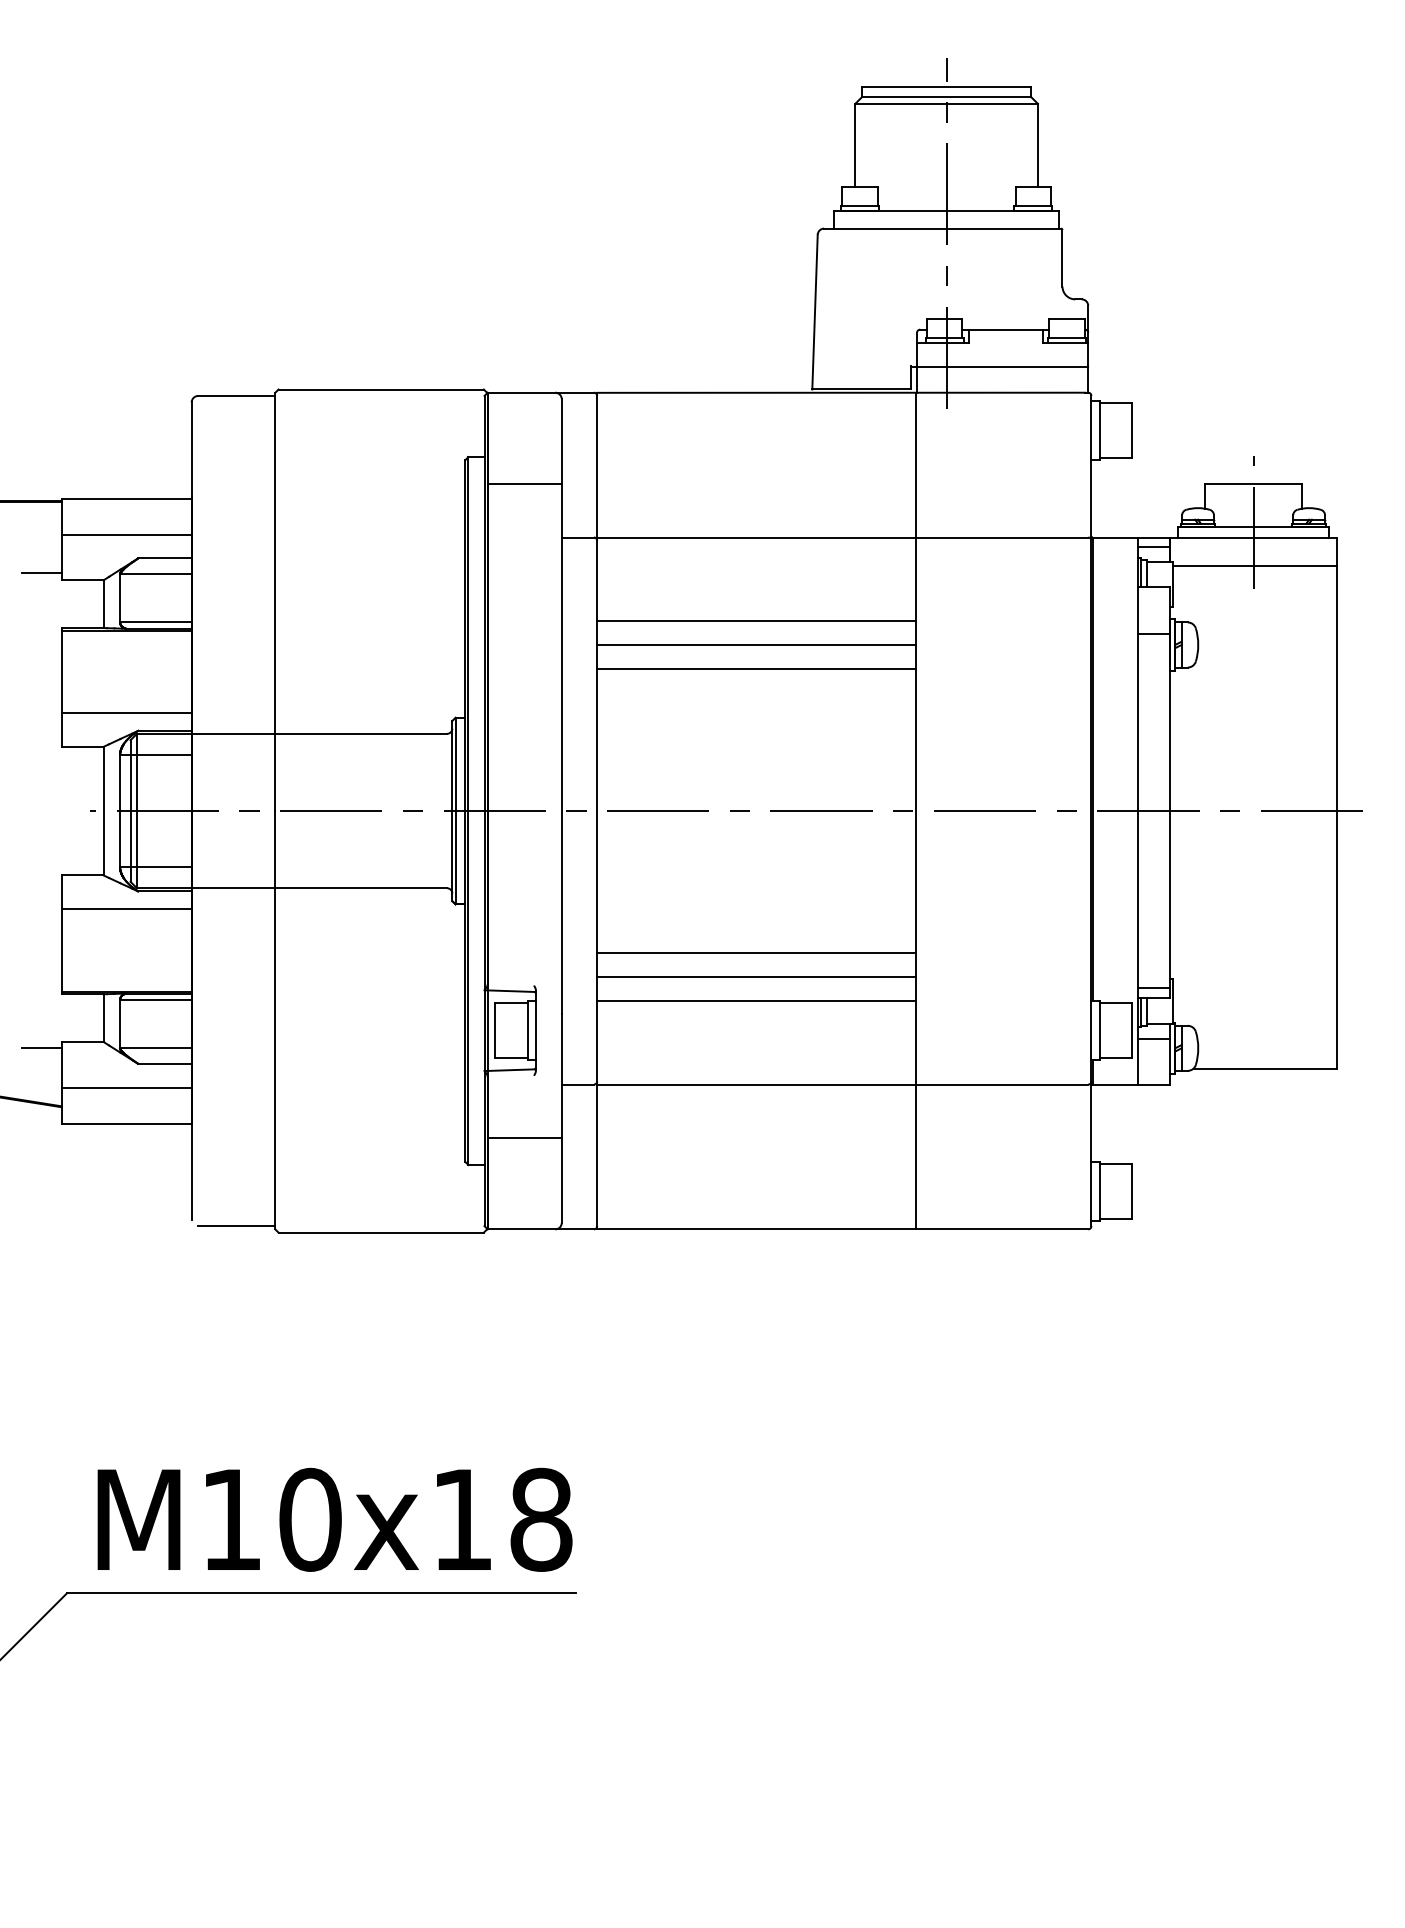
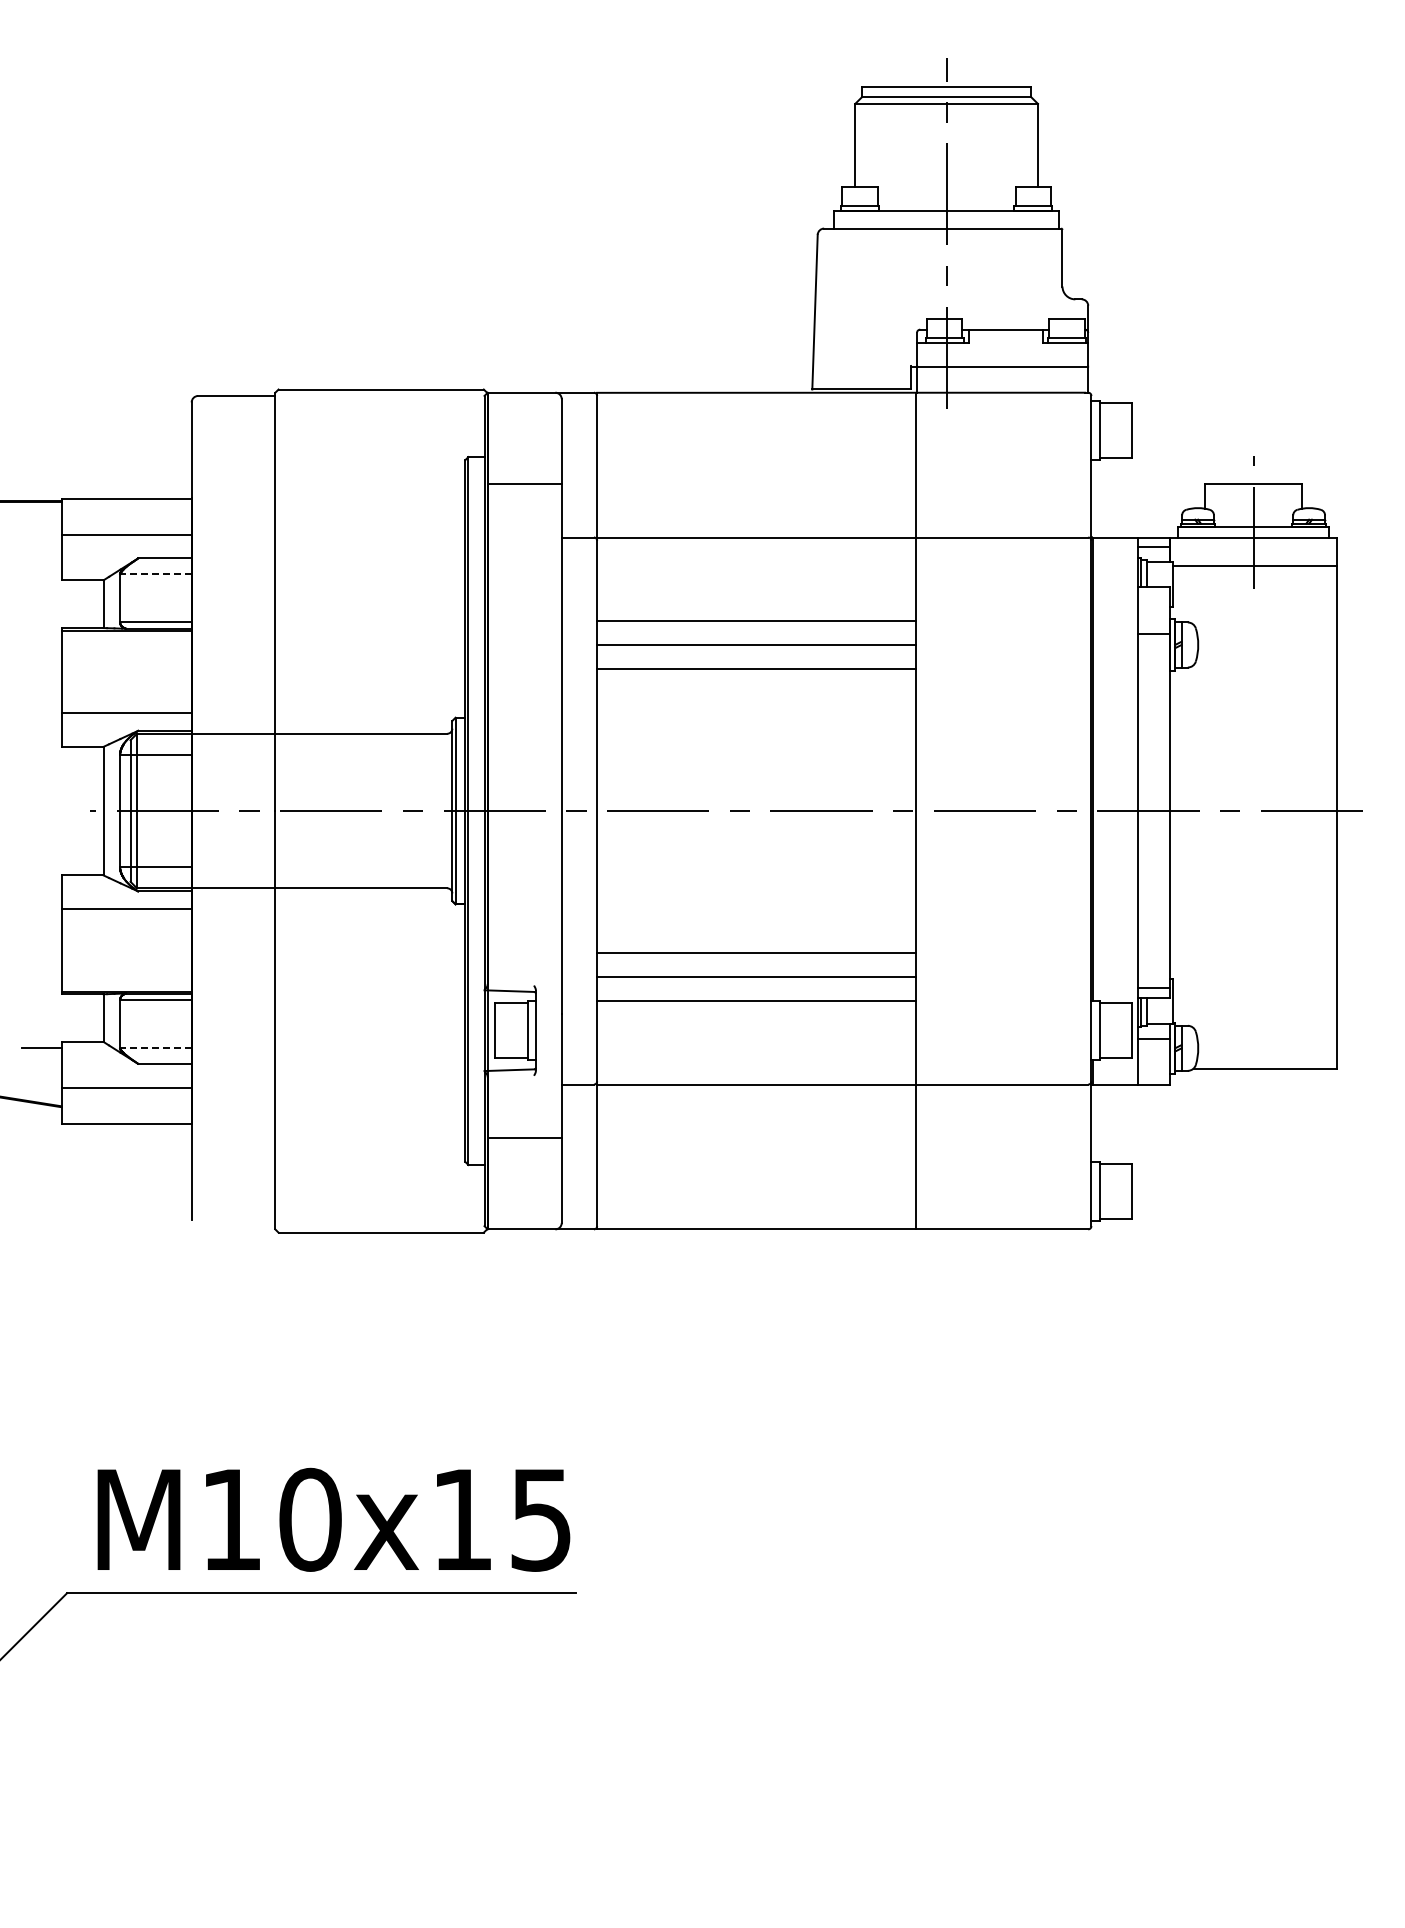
line at (41, 573): present -> none
line at (155, 574): solid -> dashed
line at (155, 1048): solid -> dashed
line at (236, 1226): present -> none
text at (541, 1519): M10x18 -> M10x15
